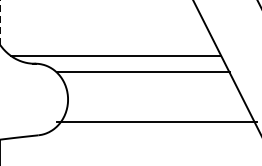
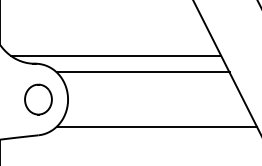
line at (0, 22): dashed -> solid
part at (38, 99): none -> present
line at (156, 121) position: (156, 121) -> (156, 126)
